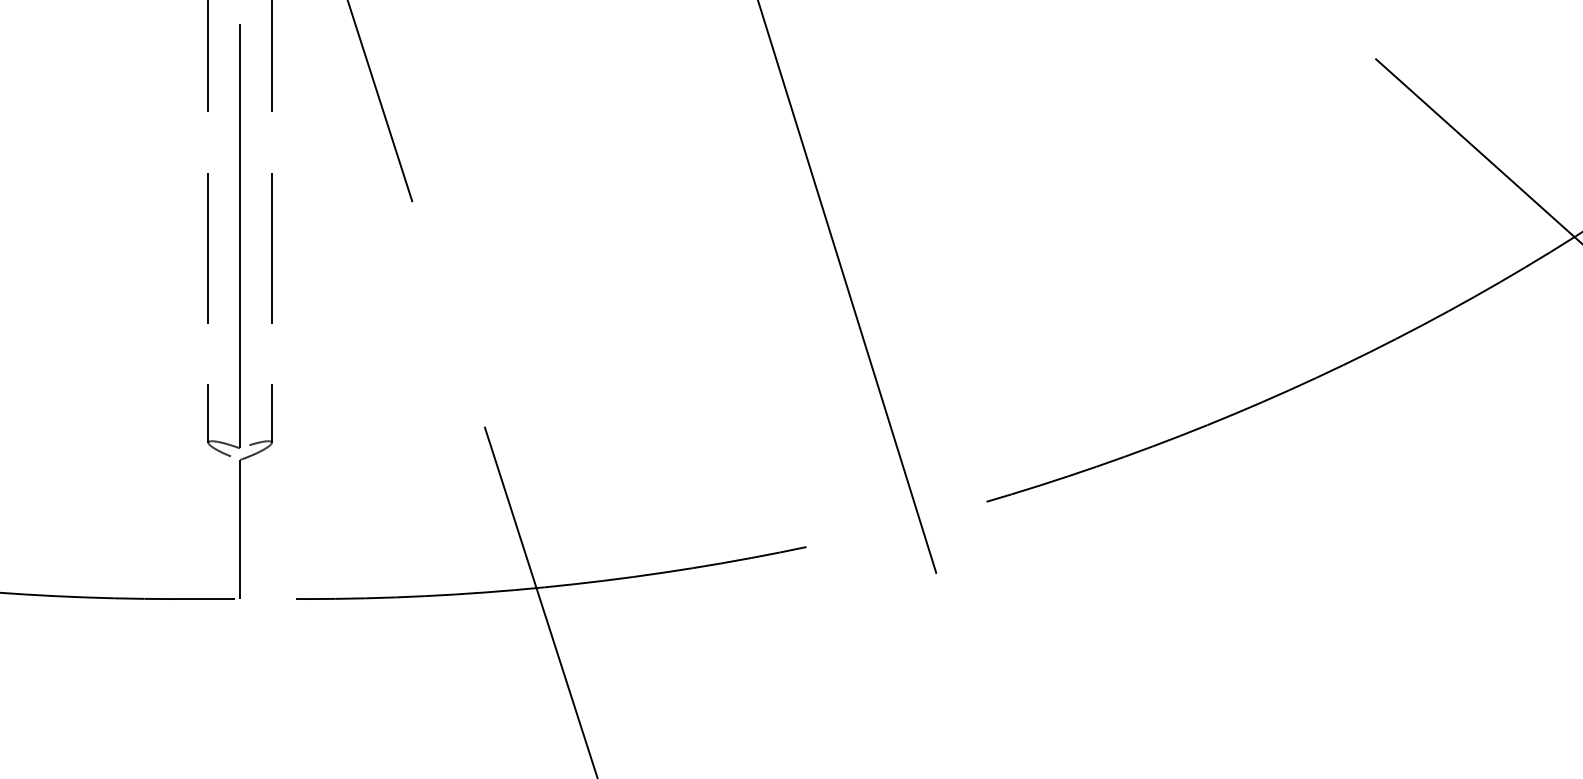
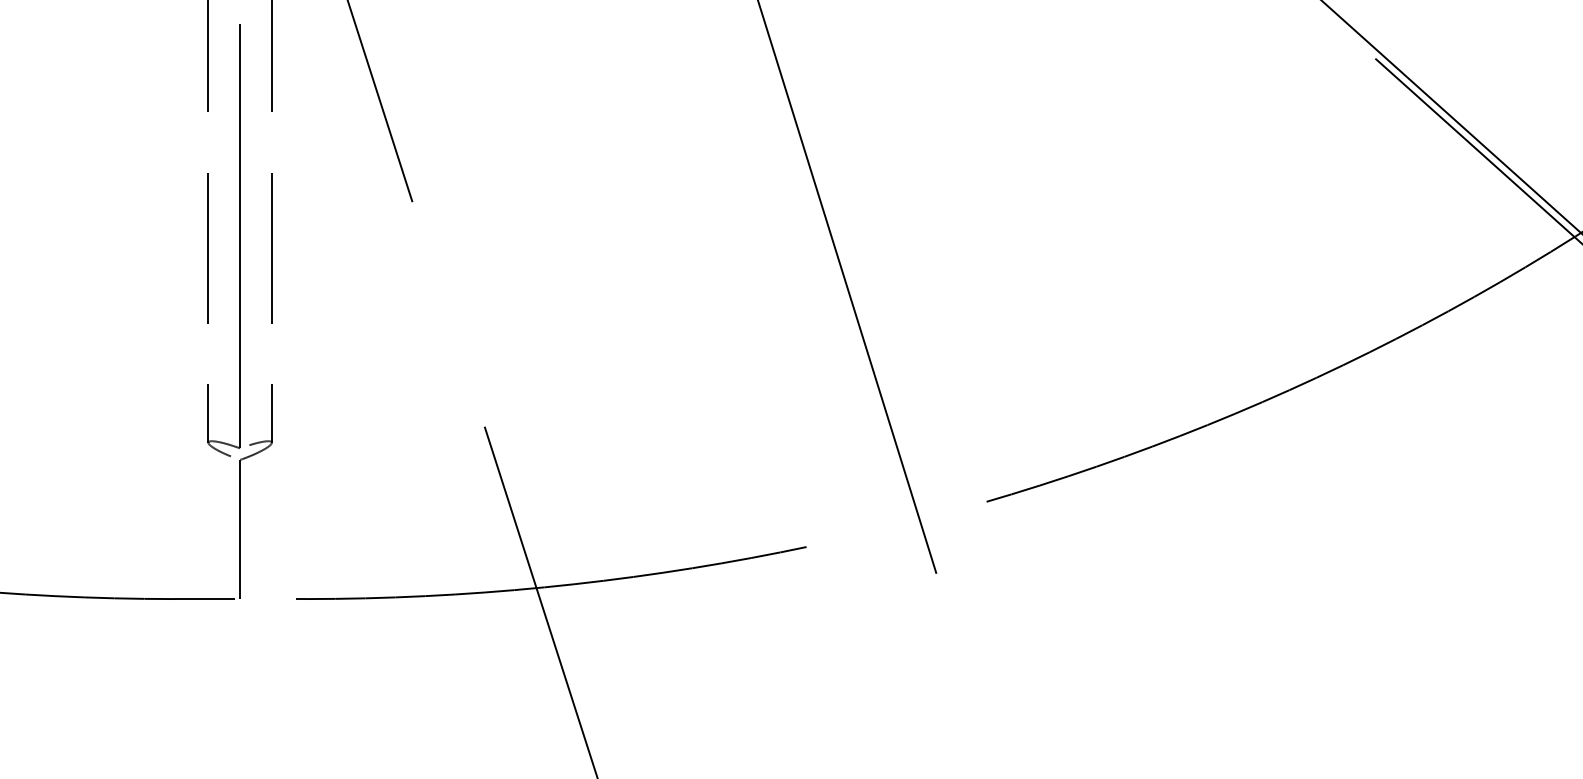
line at (1451, 116): none -> present
